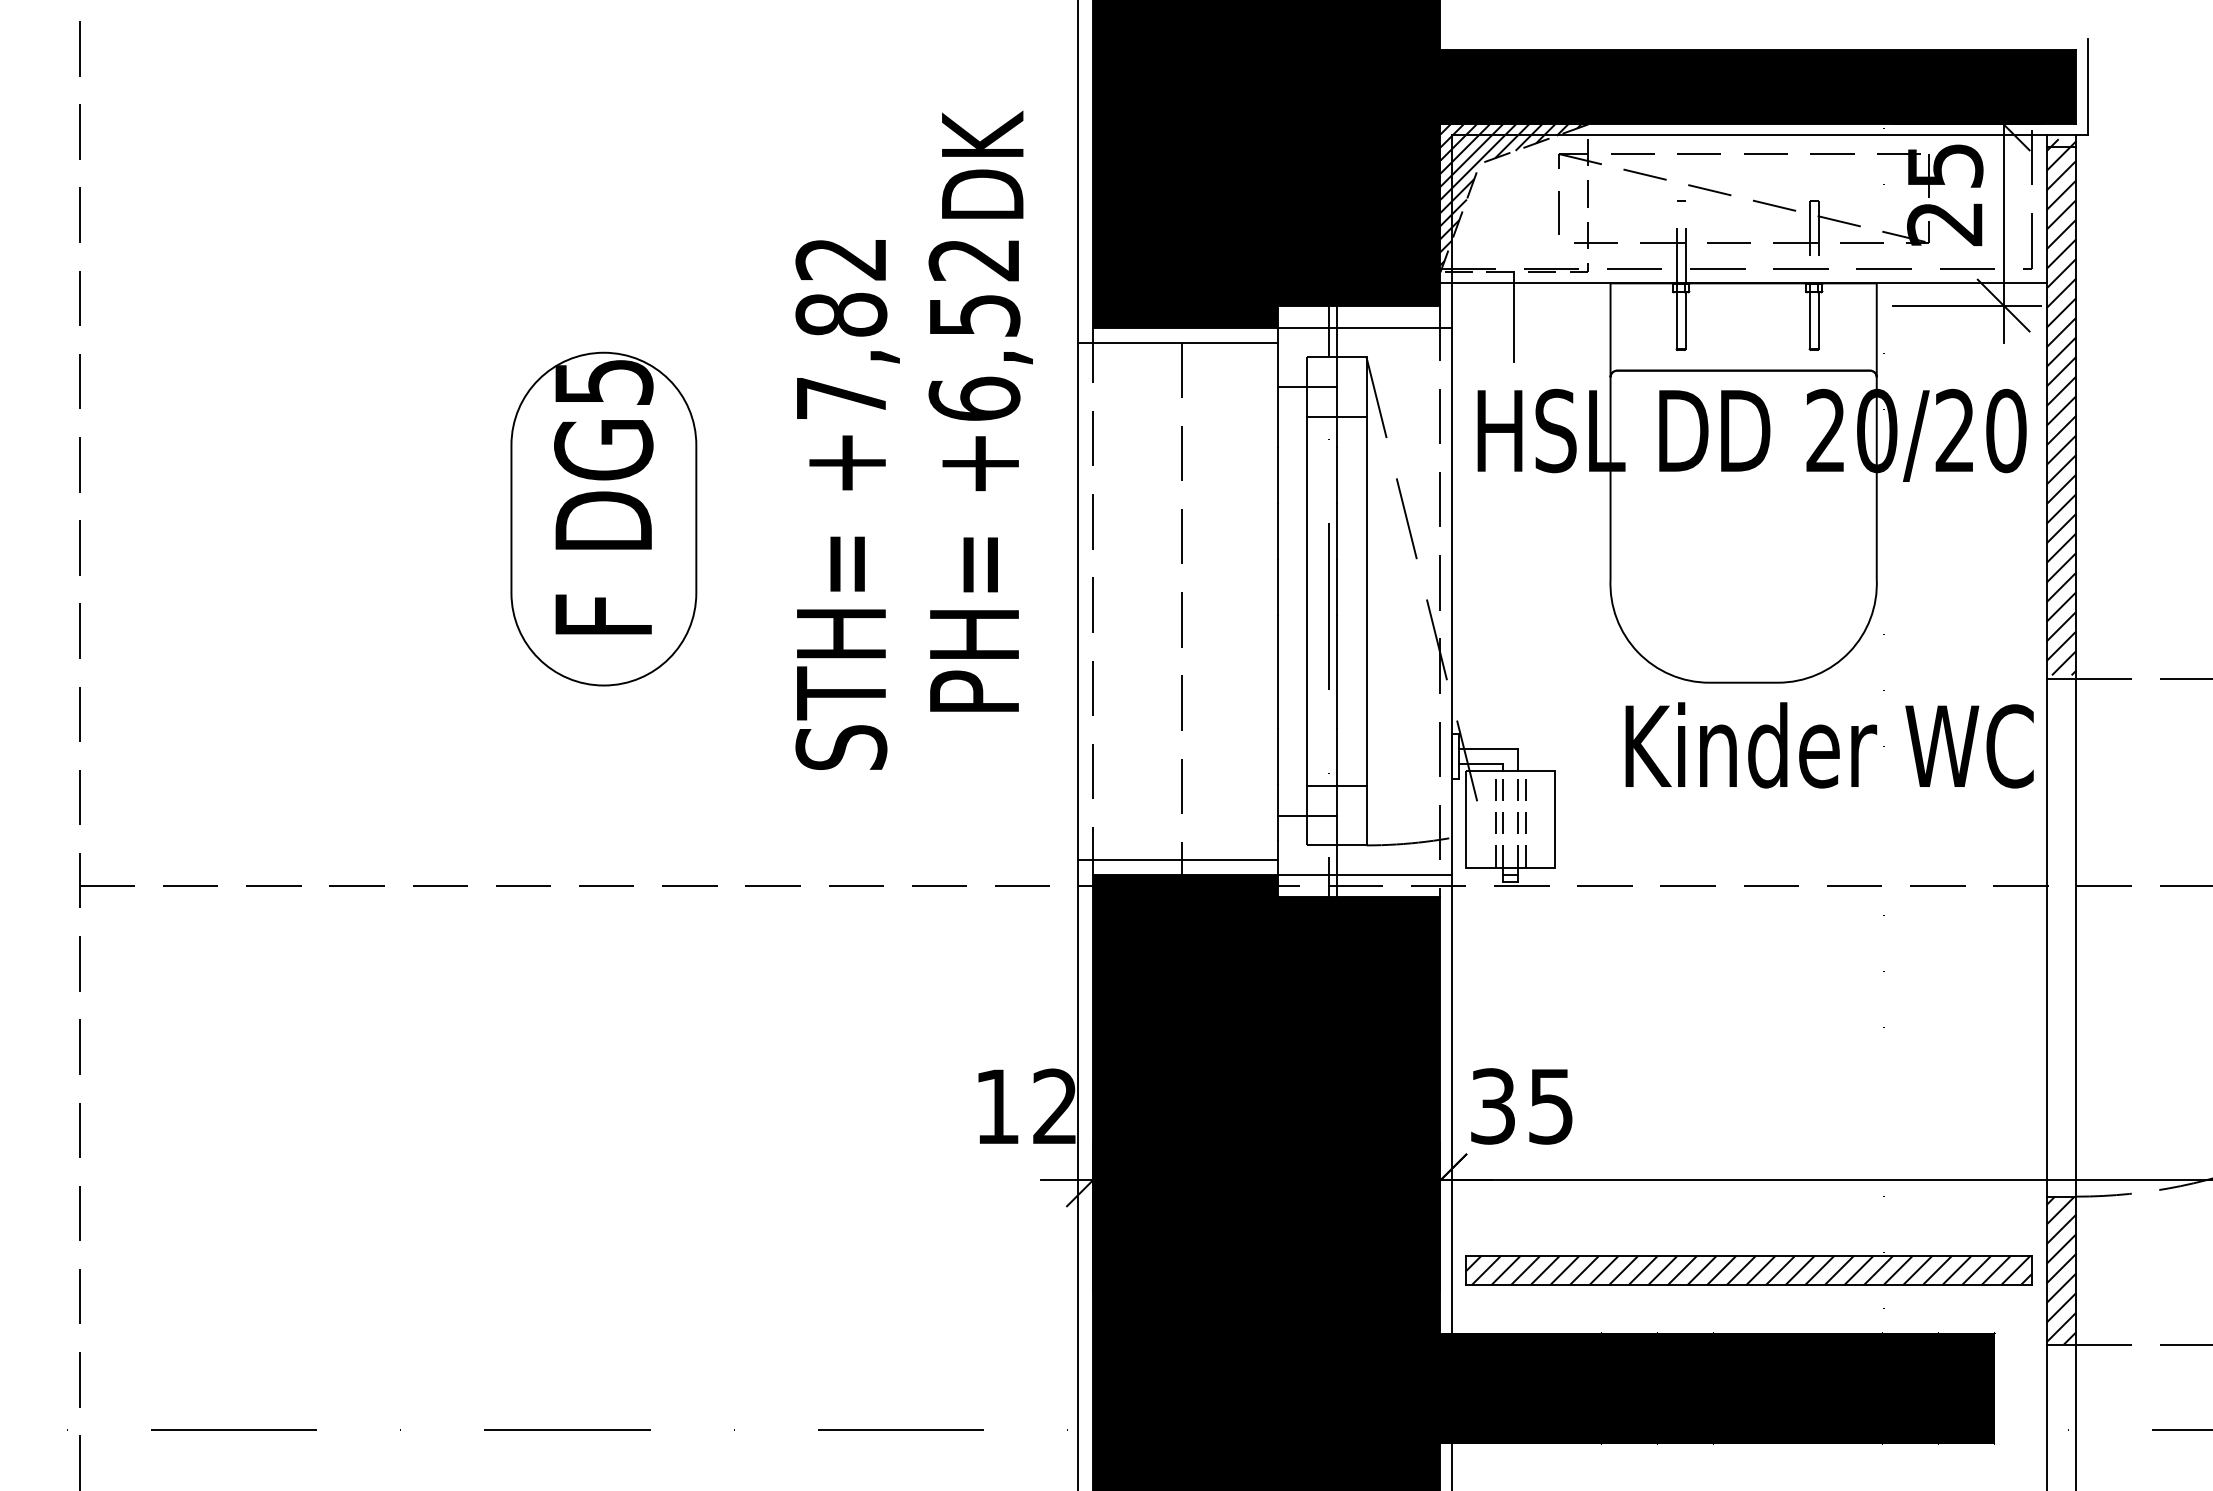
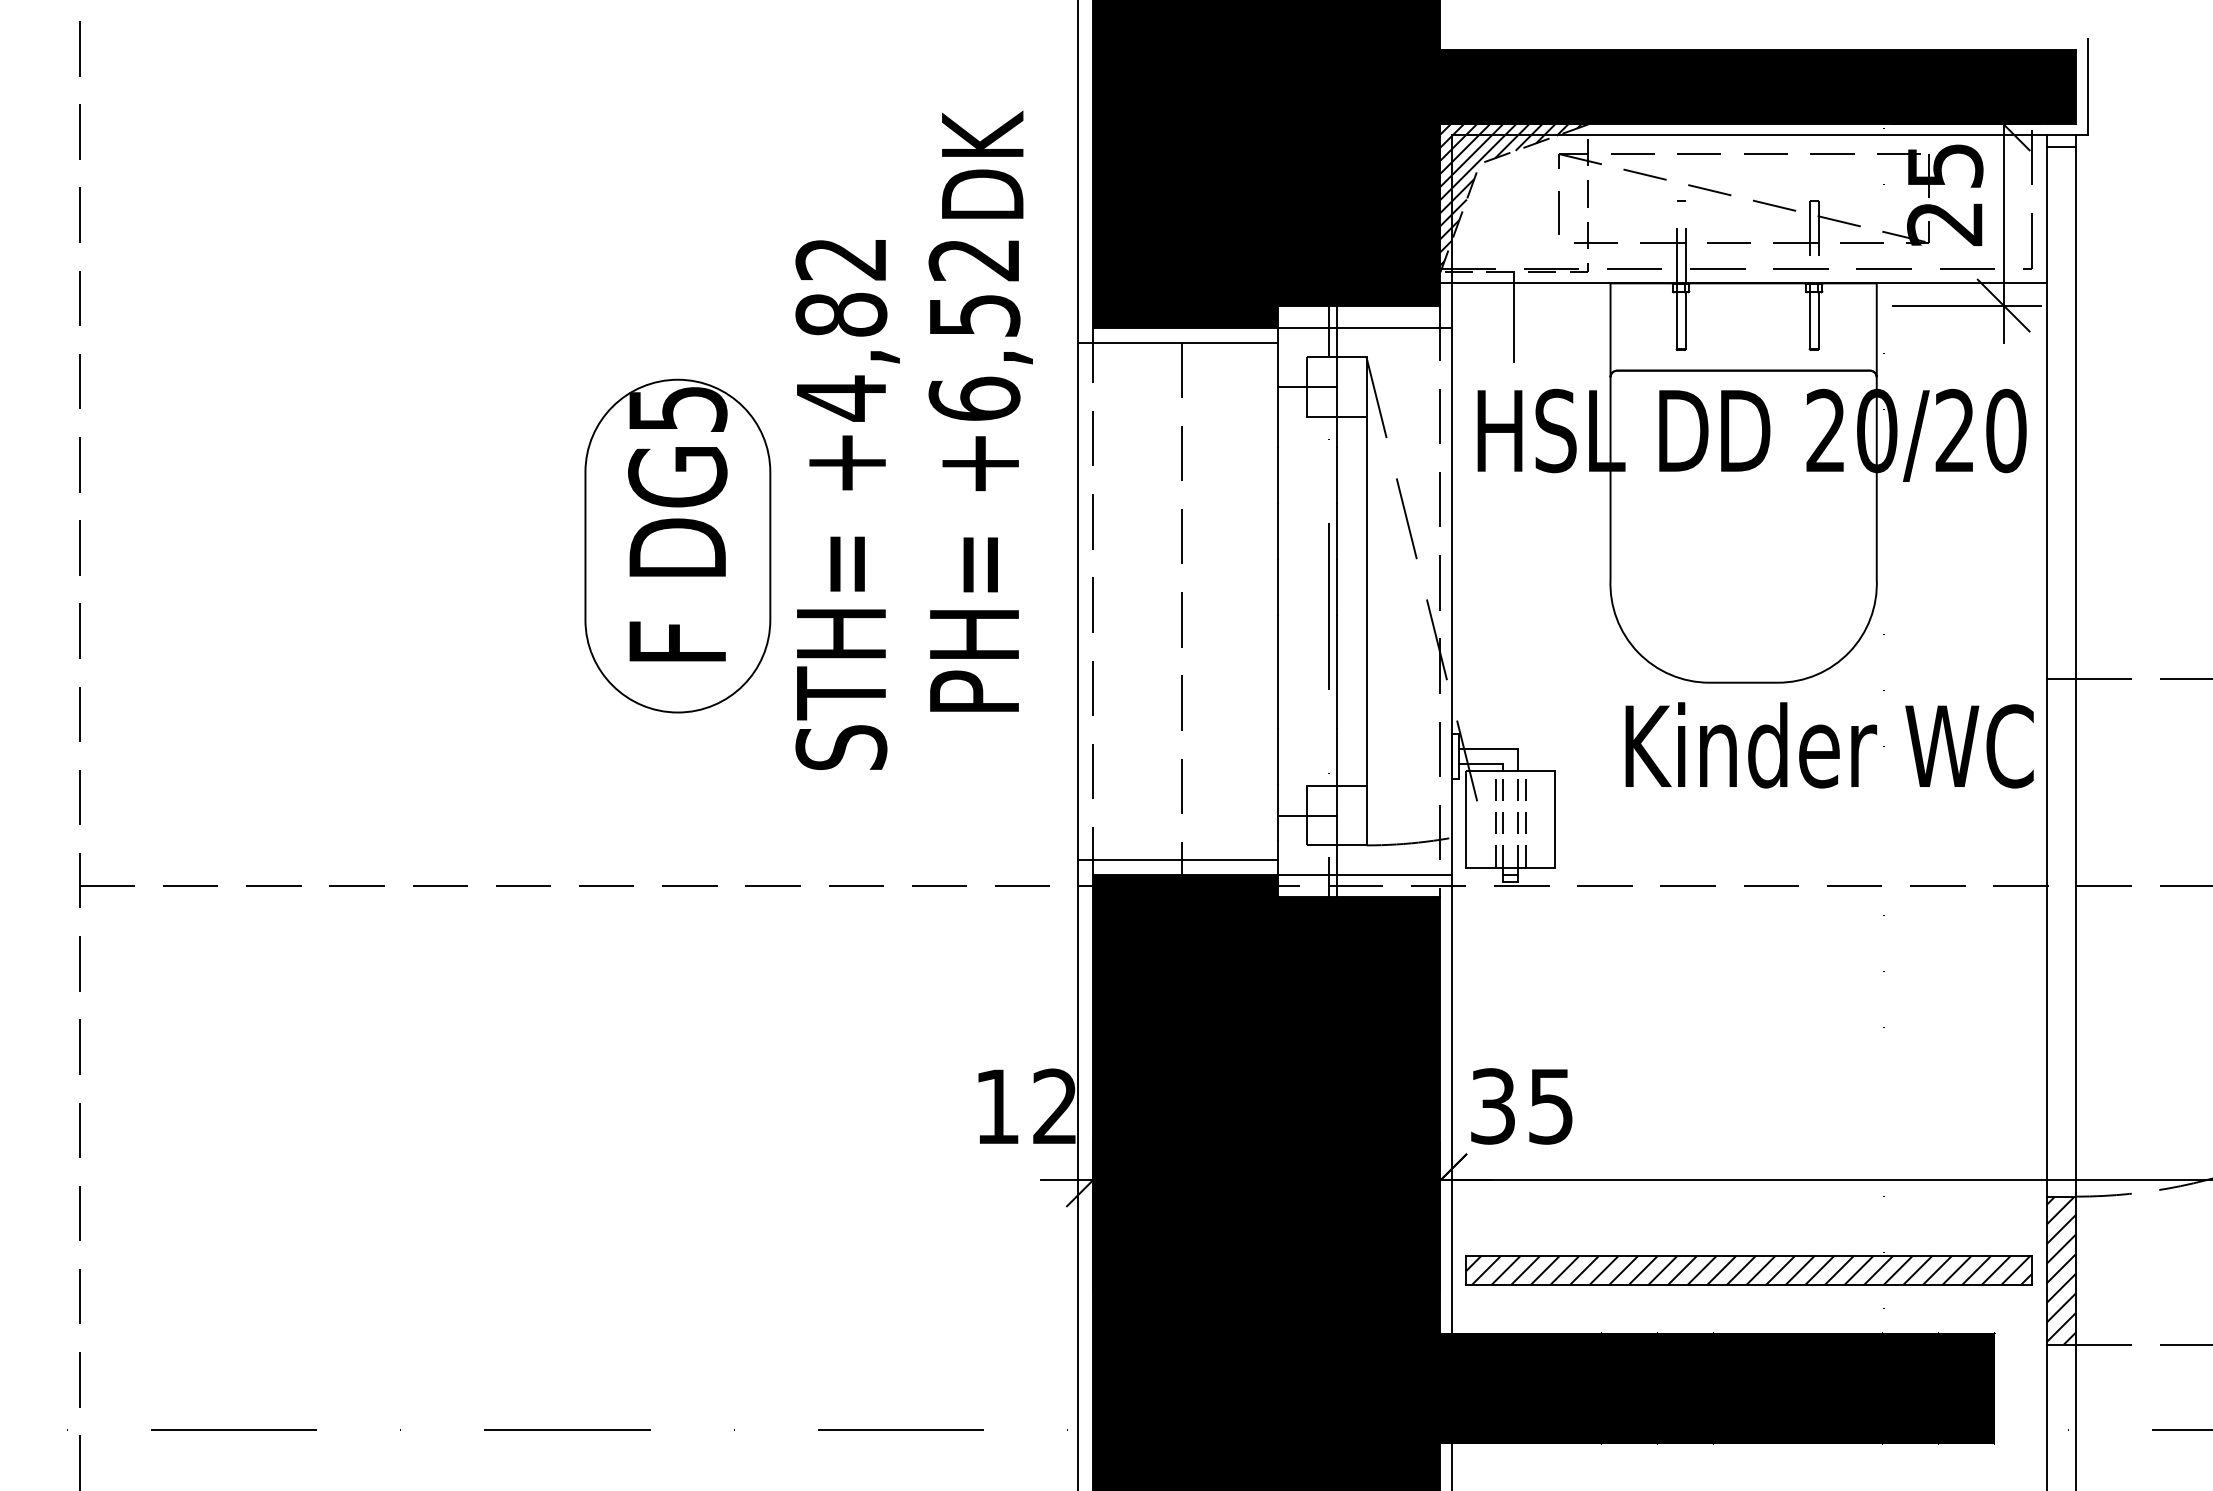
text at (841, 398): +7,82 -> +4,82
hatch at (2061, 407): present -> none
part at (603, 518) position: (603, 518) -> (677, 545)
line at (1307, 601): present -> none
